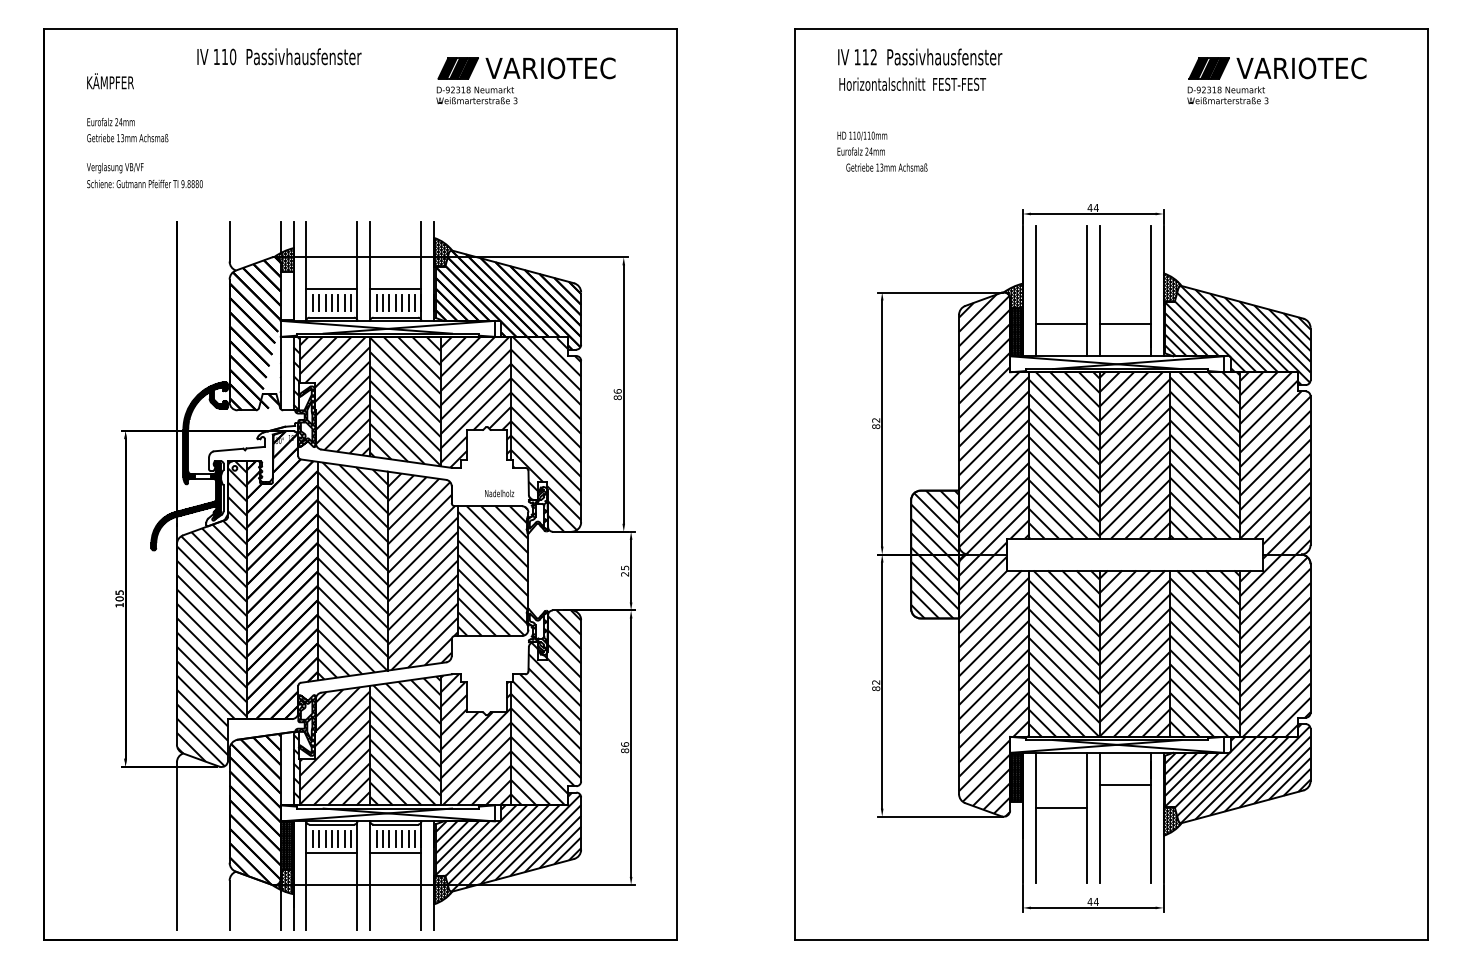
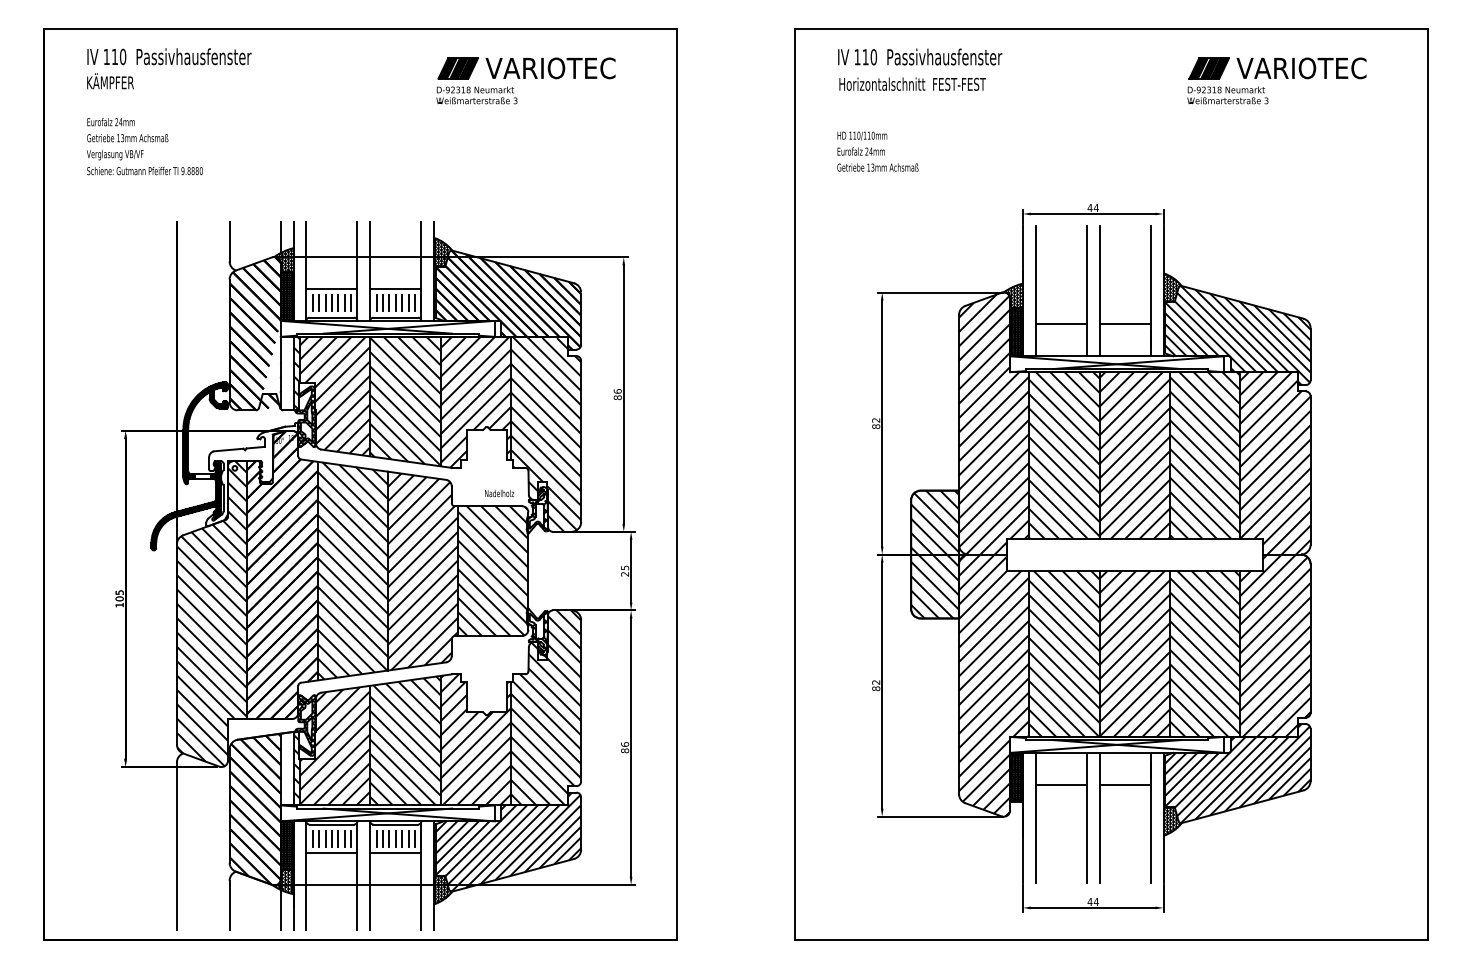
text at (279, 56) position: (279, 56) -> (169, 56)
text at (873, 57): 112 -> 110
text at (886, 167) position: (886, 167) -> (877, 167)
text at (144, 175) position: (144, 175) -> (144, 162)
hatch at (286, 296): none -> present
line at (1060, 807) position: (1060, 807) -> (1060, 784)
